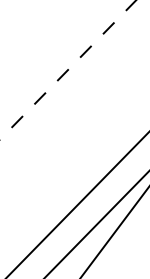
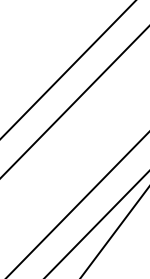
line at (68, 69): dashed -> solid
line at (74, 102): none -> present
